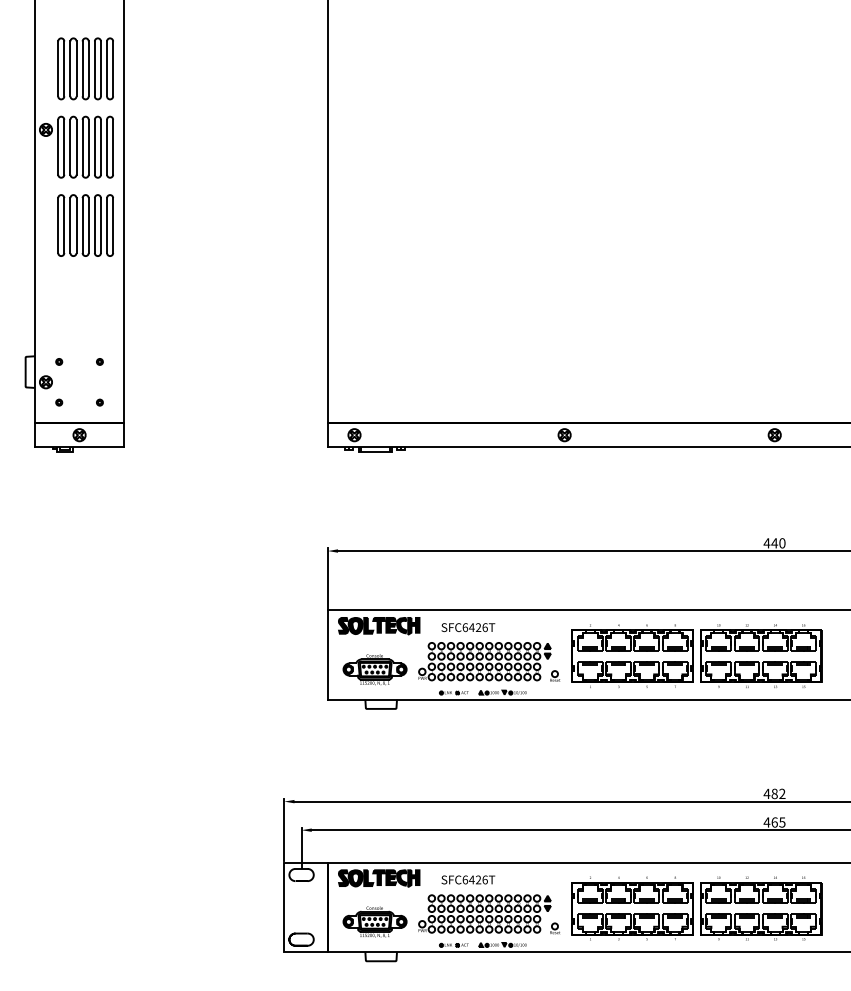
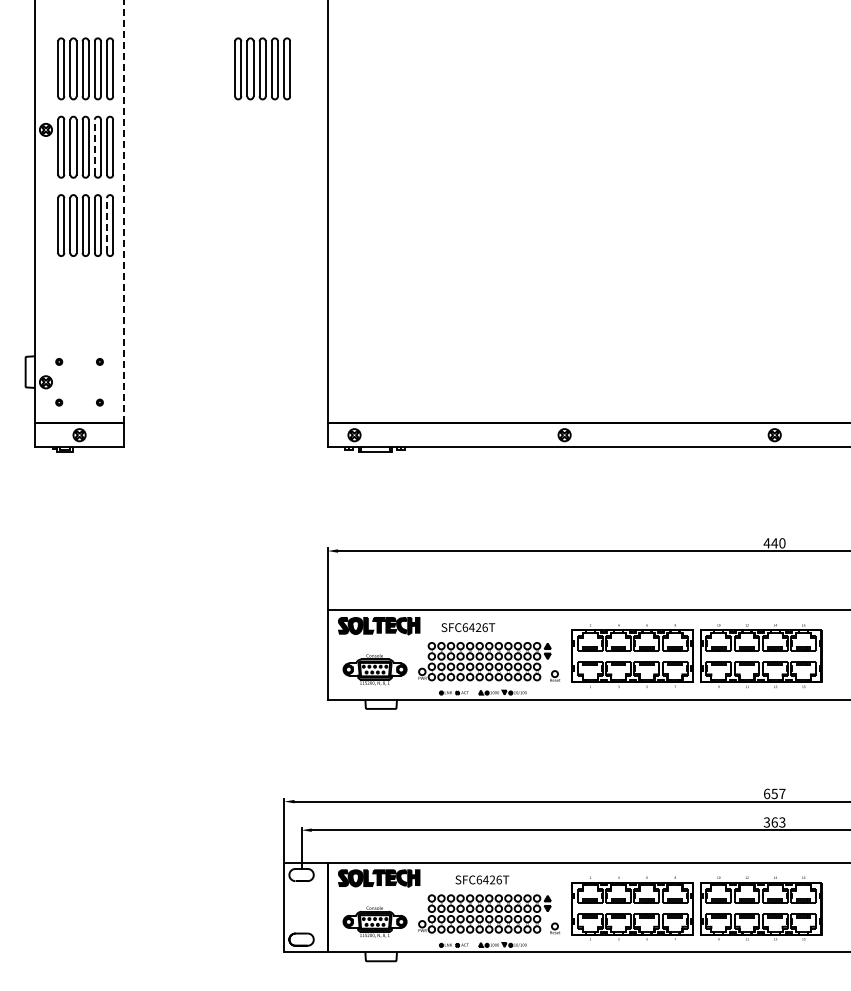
part at (262, 68): none -> present
line at (94, 146): solid -> dashed
line at (124, 211): solid -> dashed
line at (107, 225): solid -> dashed
text at (774, 793): 482 -> 657
text at (774, 822): 465 -> 363
text at (468, 879) position: (468, 879) -> (482, 879)
